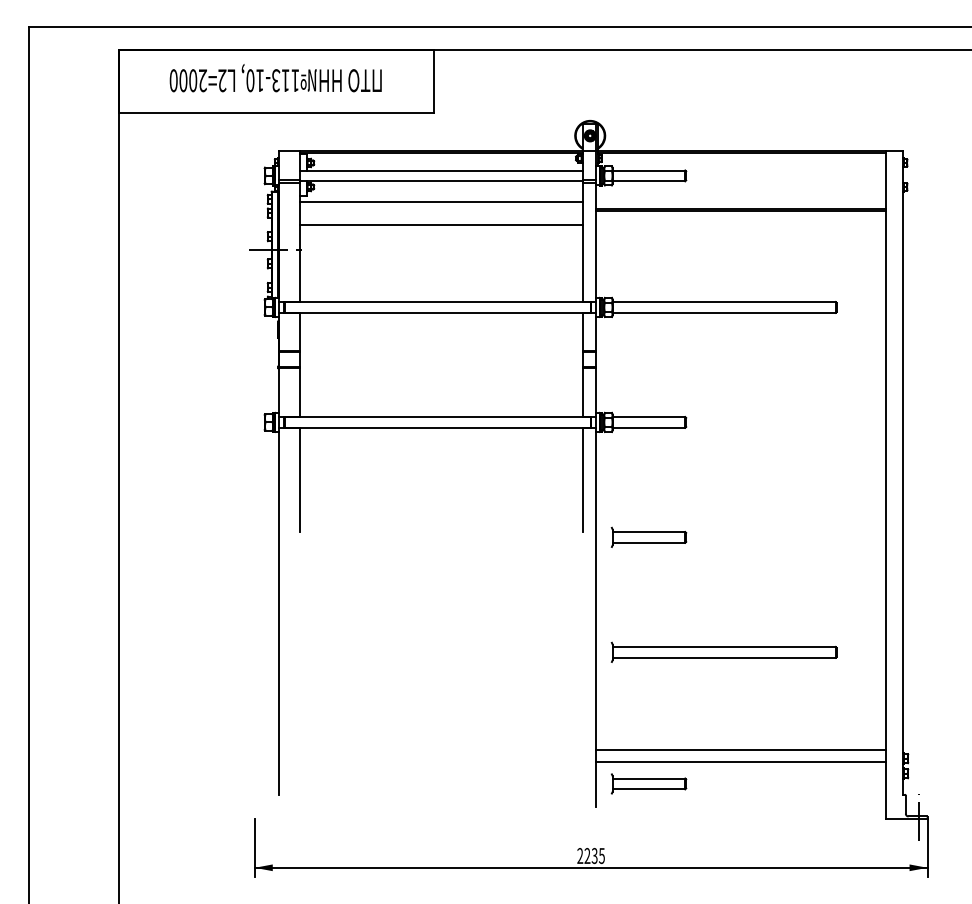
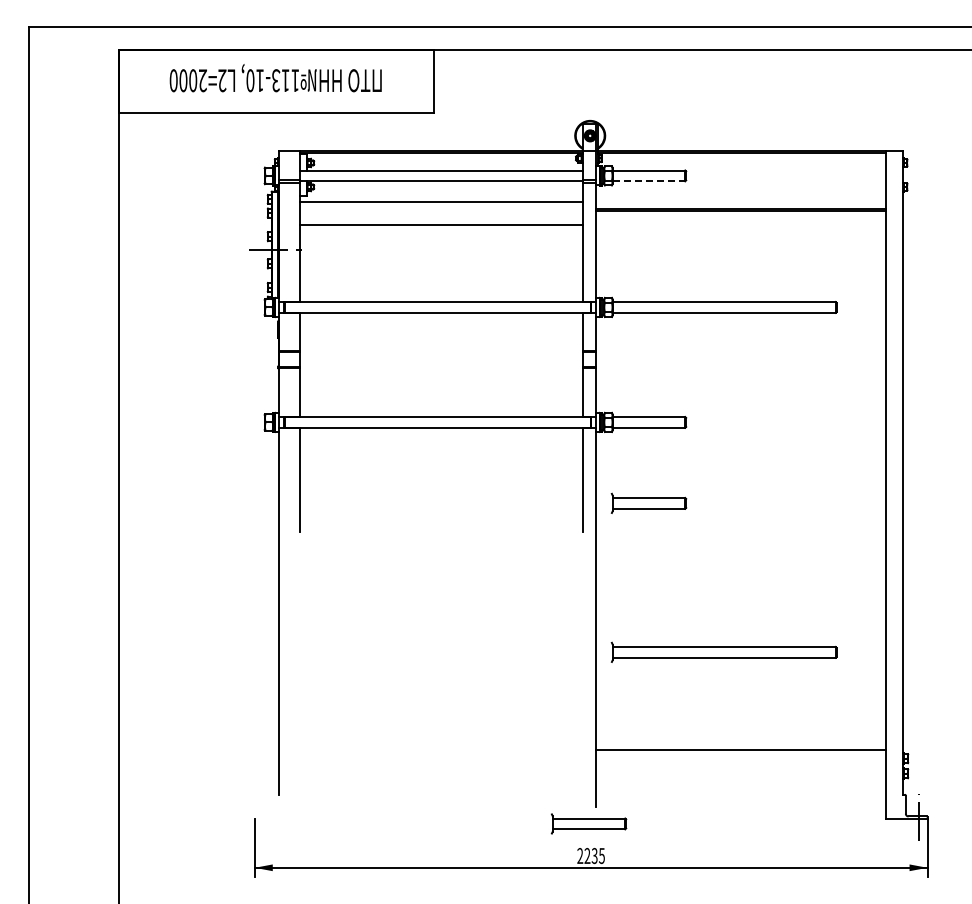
line at (649, 181): solid -> dashed
part at (648, 536) position: (648, 536) -> (648, 502)
line at (740, 761): present -> none
part at (648, 783) position: (648, 783) -> (588, 823)
